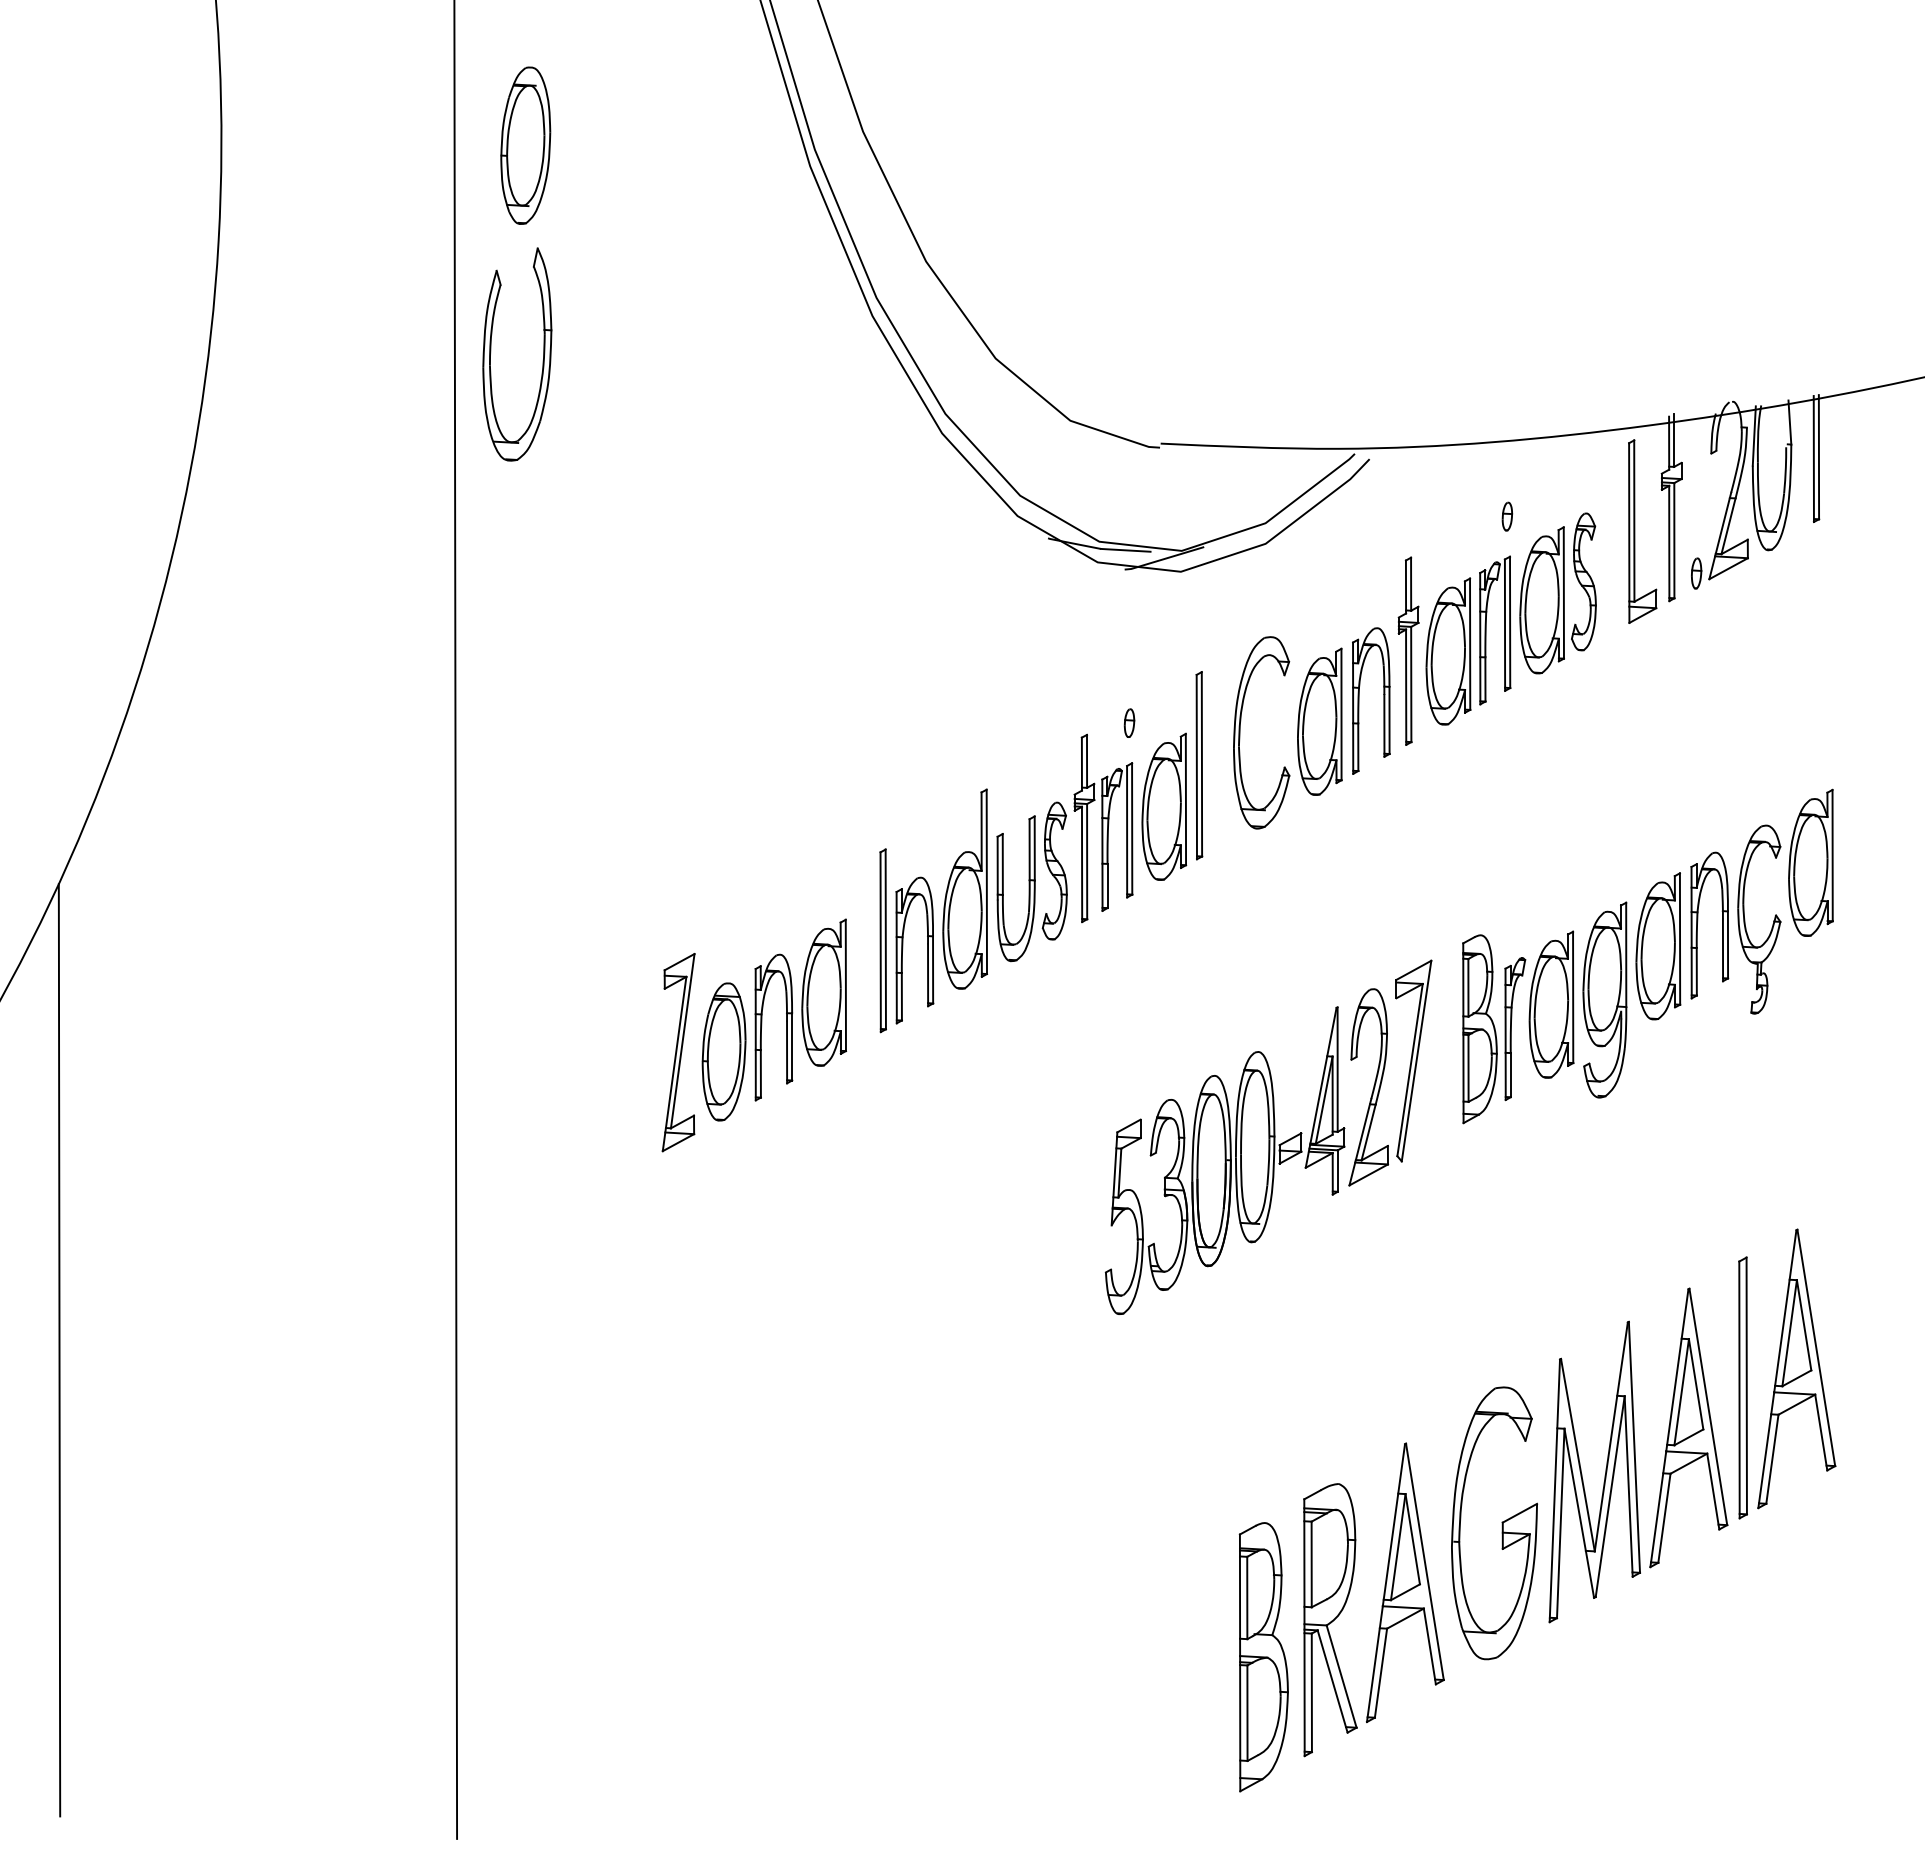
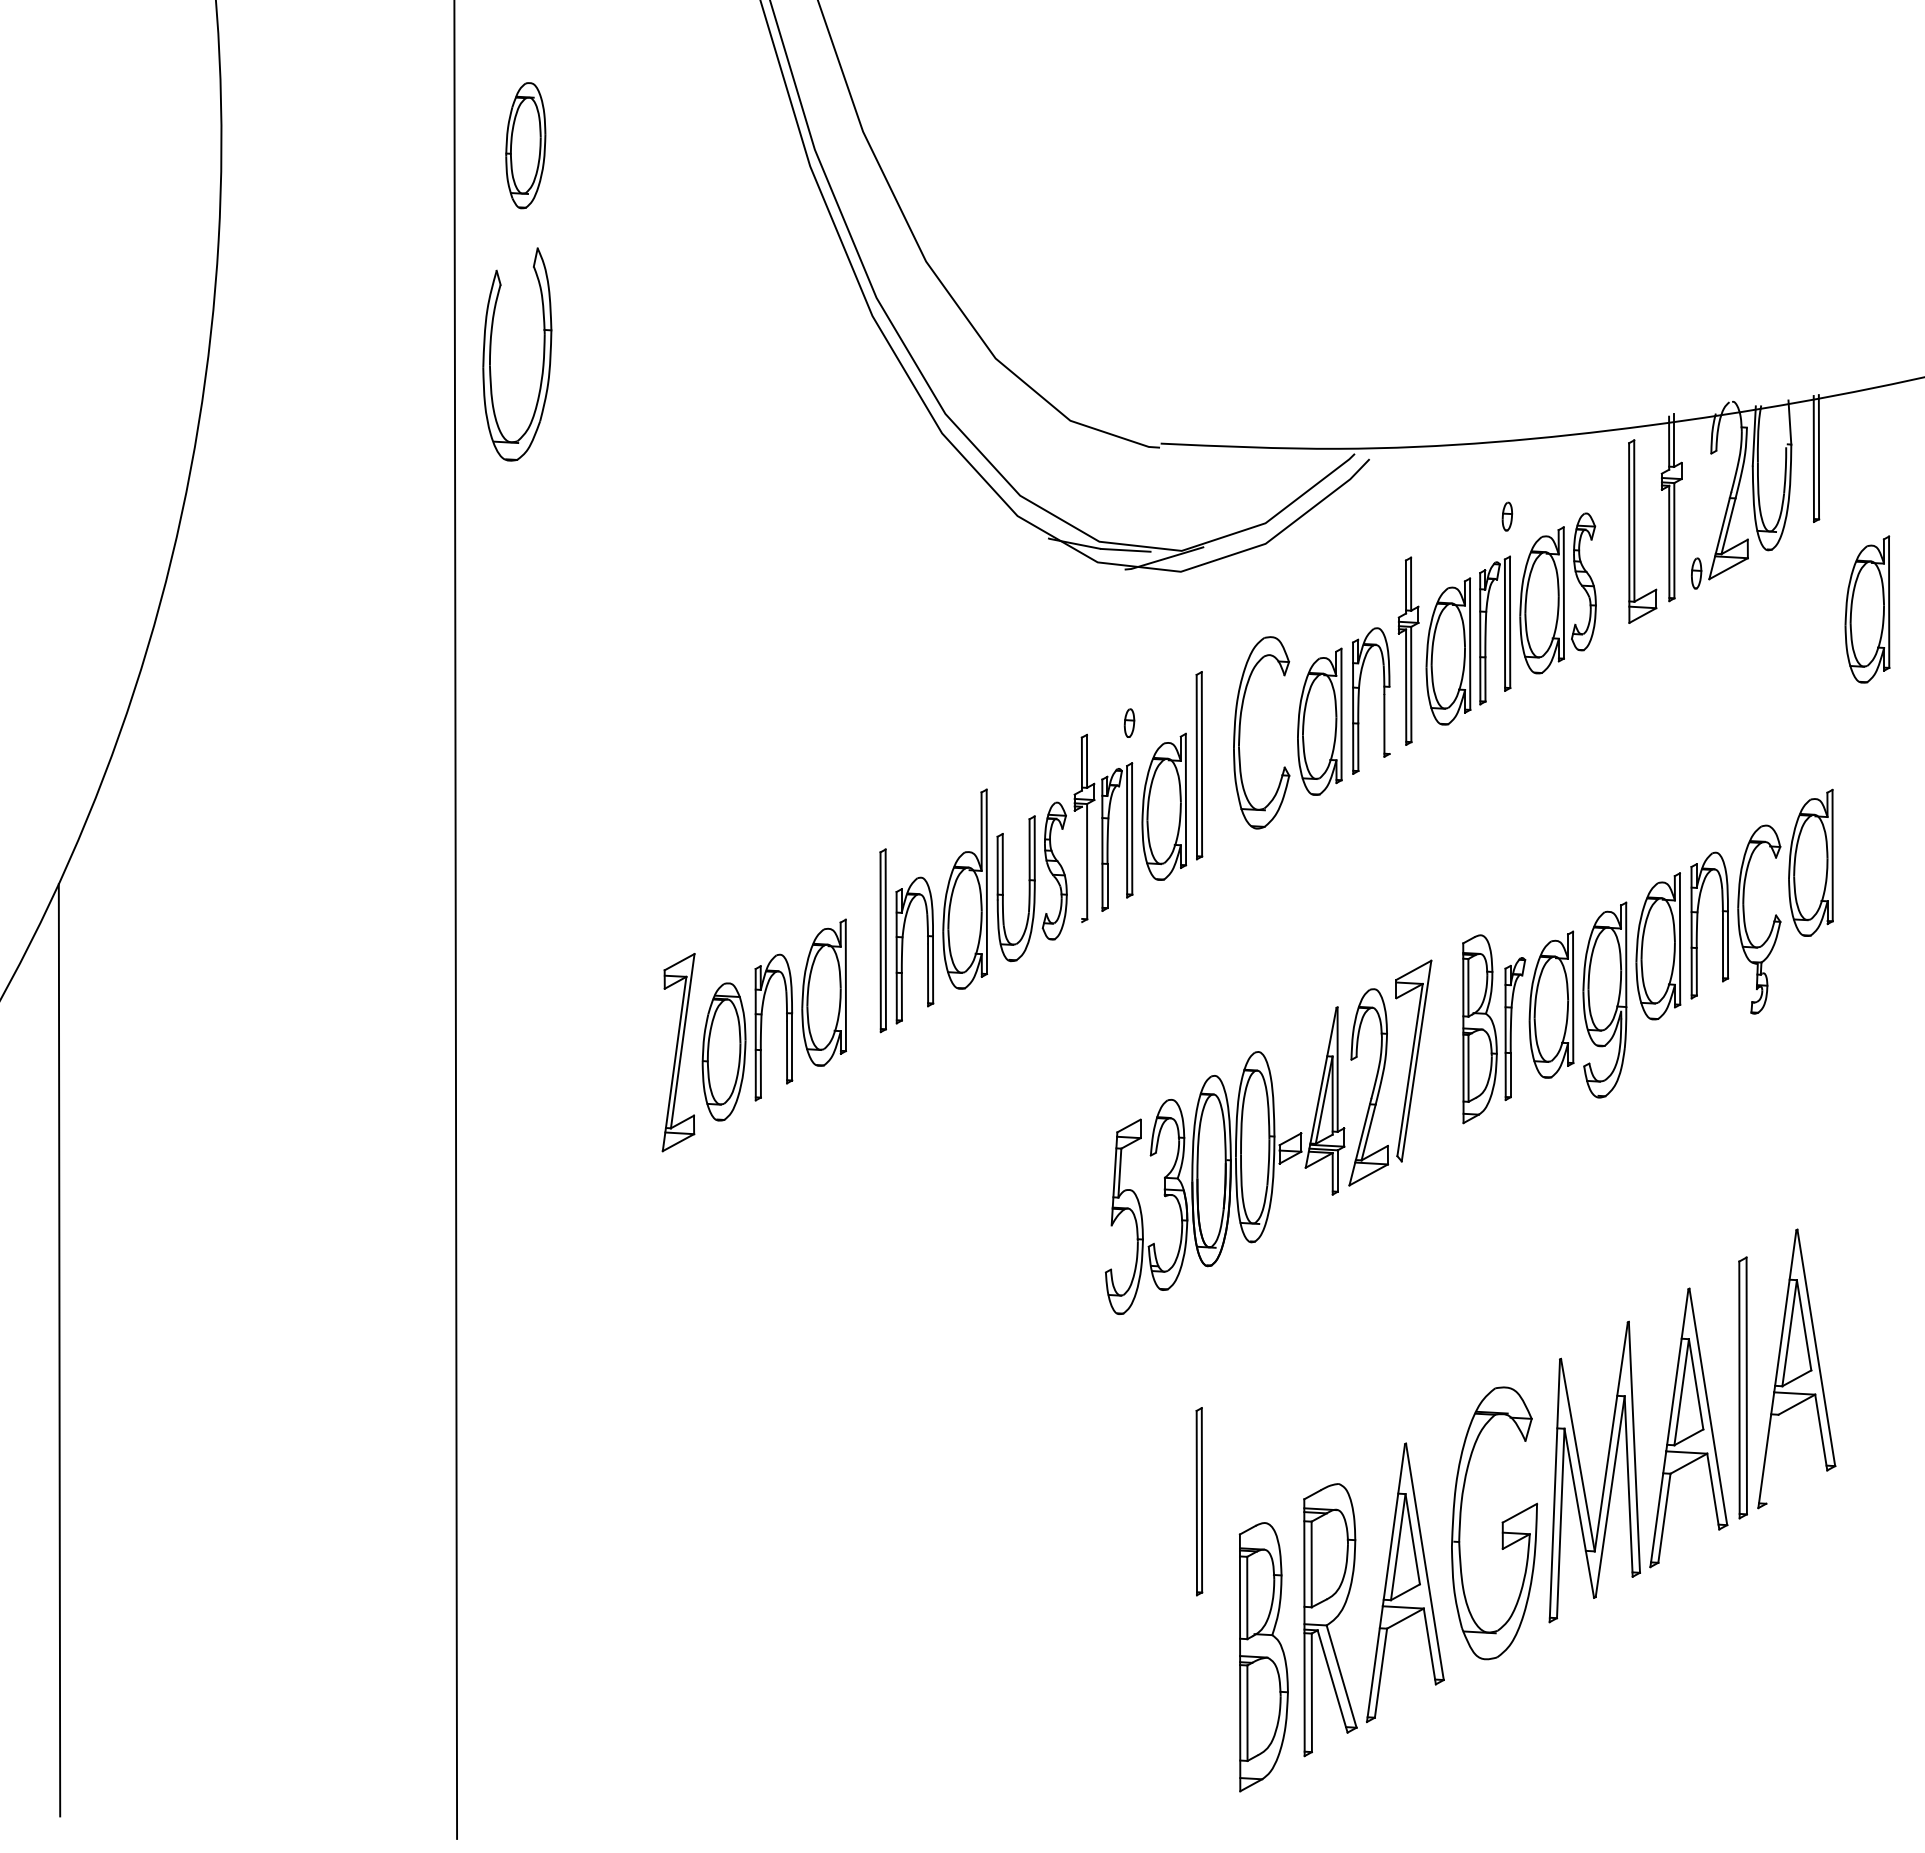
part at (525, 145) size: 52x159 px -> 42x128 px
part at (1867, 609): none -> present
line at (1389, 720): present -> none
line at (1081, 864): present -> none
line at (1772, 1458): present -> none
part at (1199, 1501): none -> present
